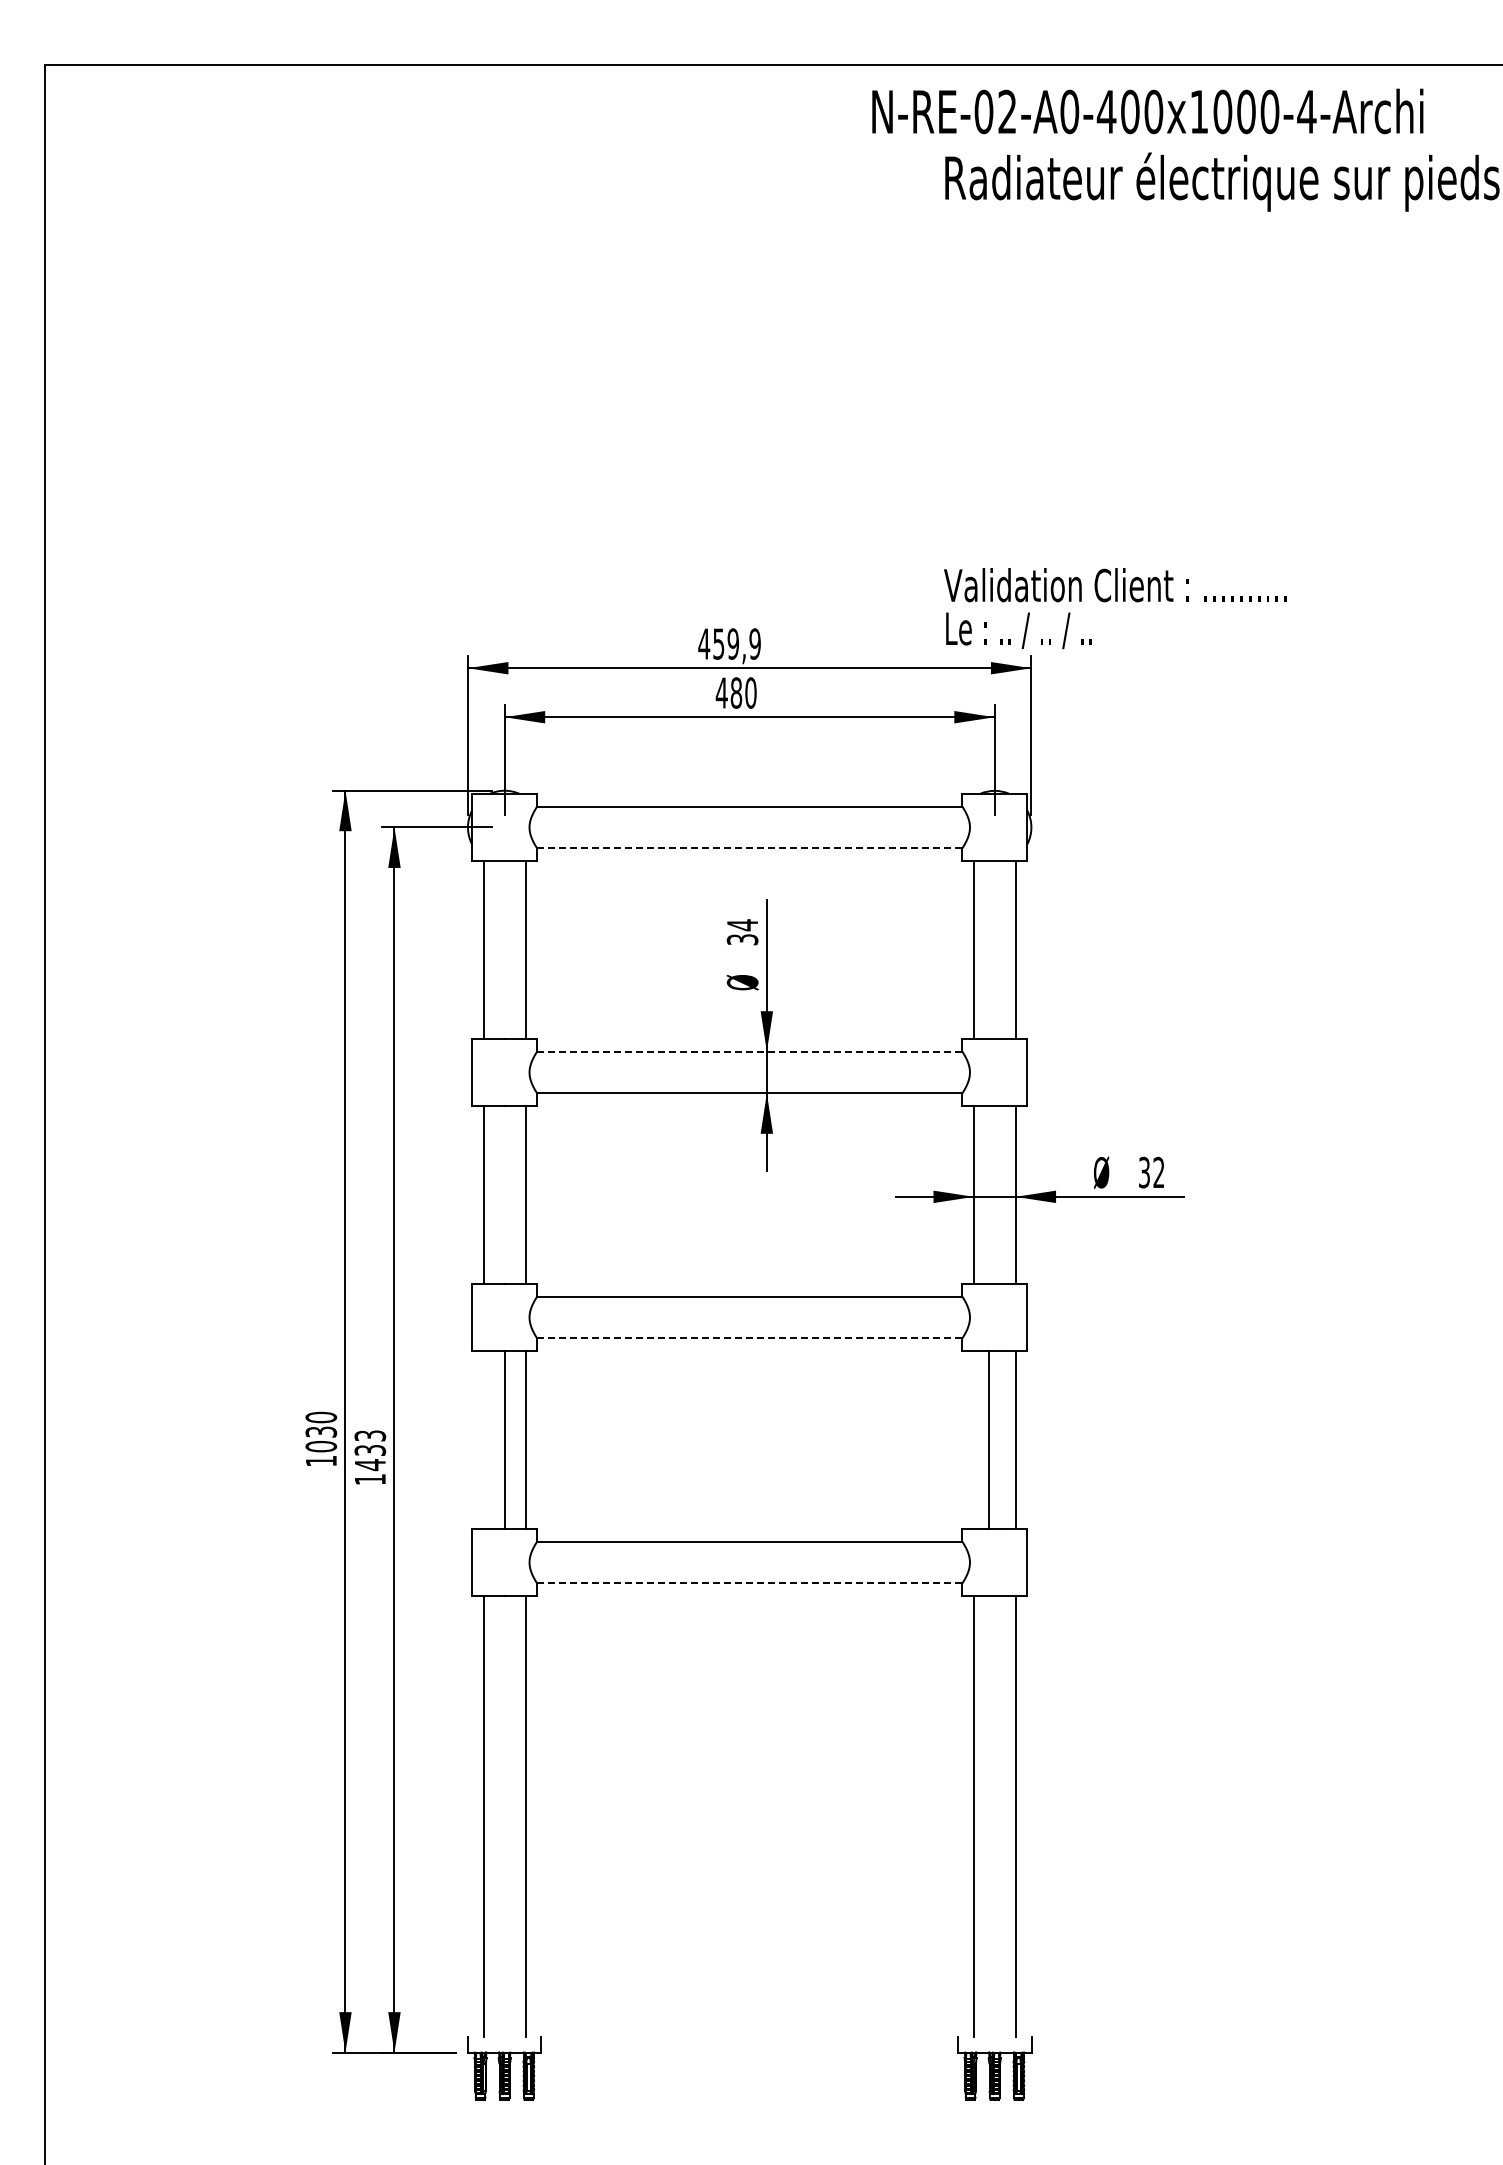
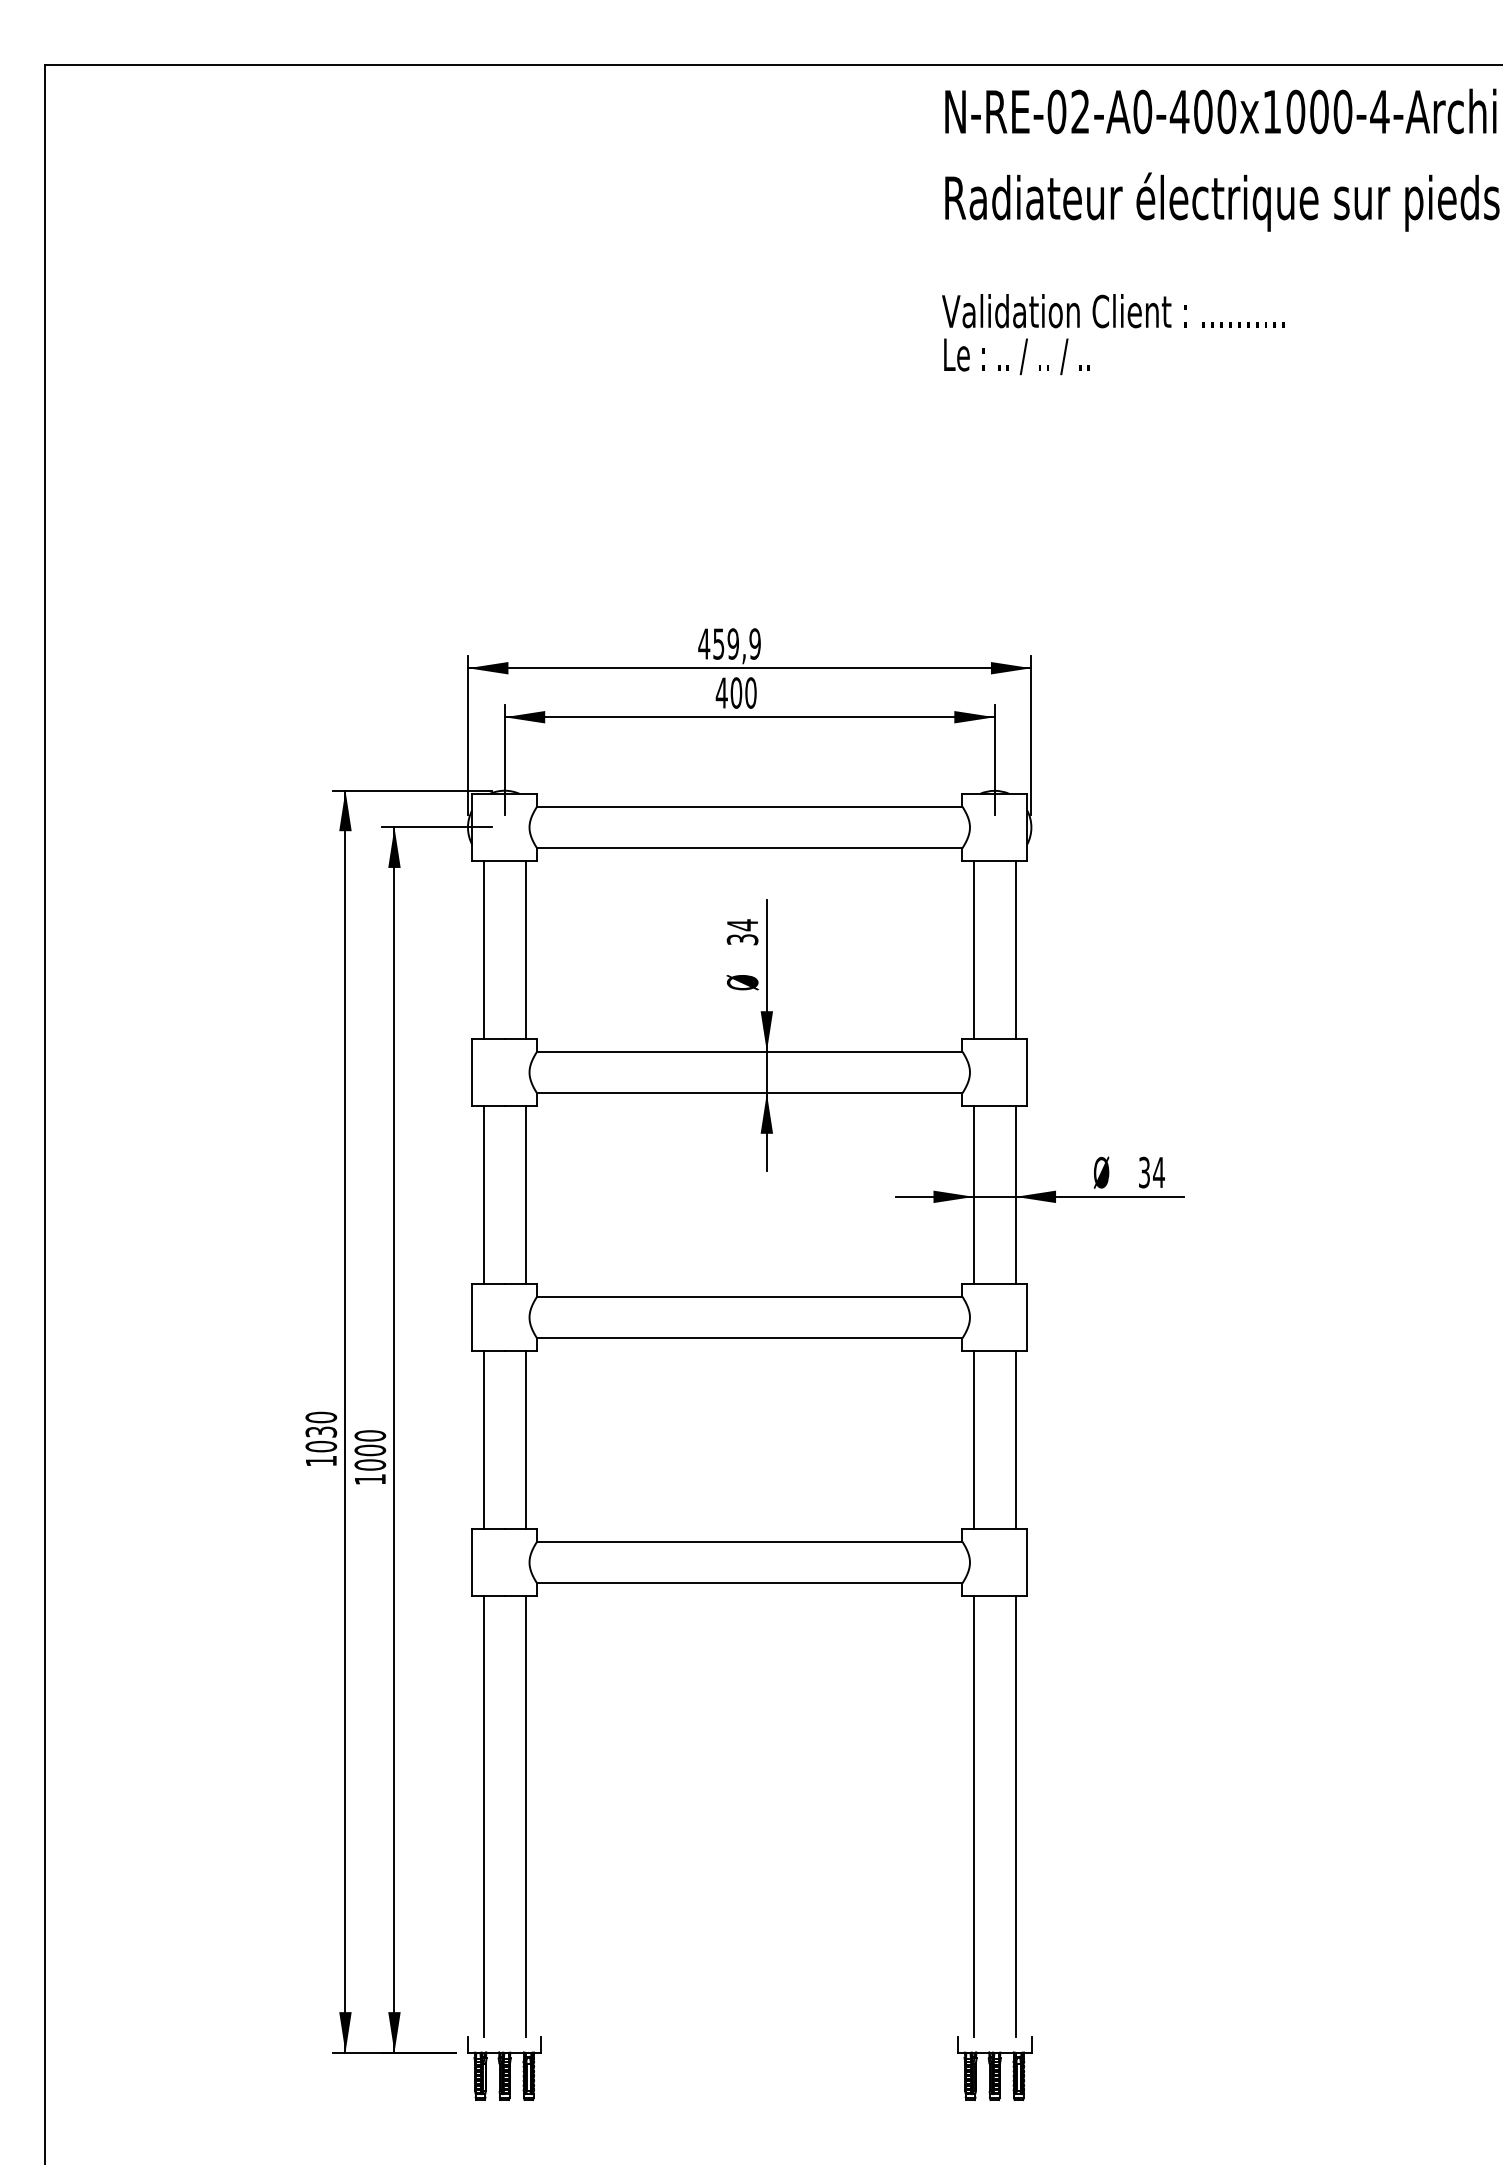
text at (1147, 111) position: (1147, 111) -> (1220, 111)
text at (1222, 181) position: (1222, 181) -> (1222, 201)
text at (1115, 608) position: (1115, 608) -> (1113, 334)
text at (736, 693): 480 -> 400
line at (749, 848): dashed -> solid
line at (749, 1051): dashed -> solid
text at (1158, 1171): 32 -> 34
line at (749, 1338): dashed -> solid
line at (504, 1439) position: (504, 1439) -> (483, 1439)
line at (988, 1439) position: (988, 1439) -> (973, 1439)
text at (370, 1450): 1433 -> 1000
line at (749, 1583): dashed -> solid
